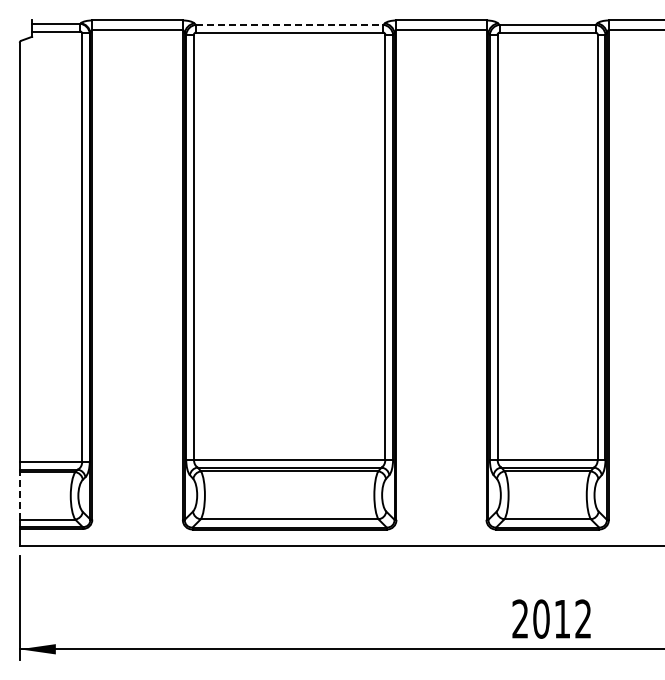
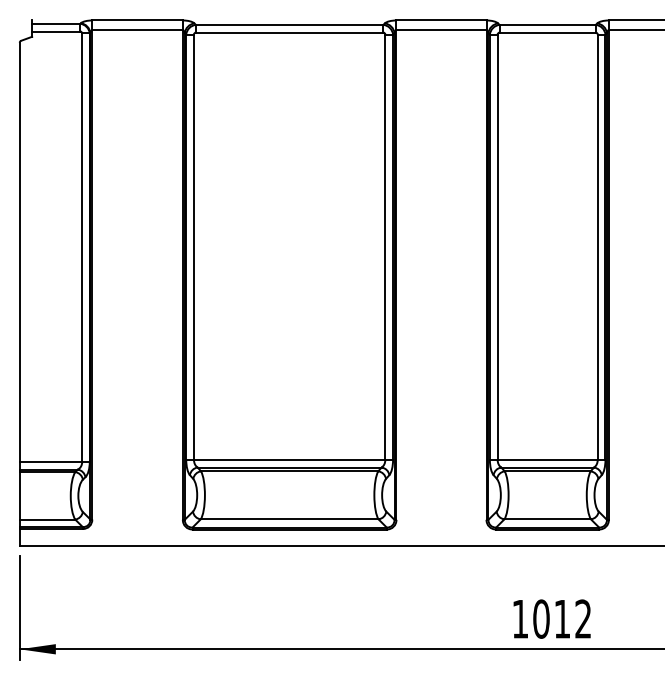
line at (289, 24): dashed -> solid
line at (19, 495): dashed -> solid
text at (519, 618): 2012 -> 1012
